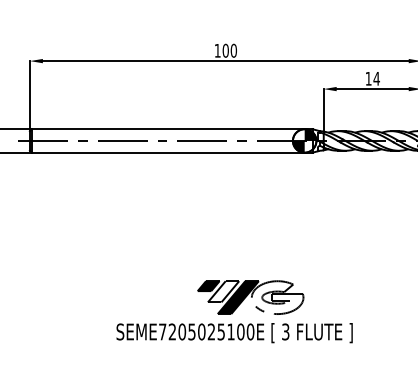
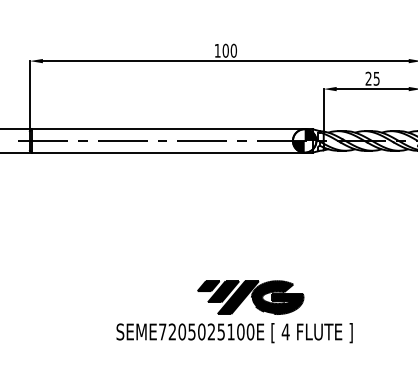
text at (372, 78): 14 -> 25
fill at (223, 291): none -> present
fill at (277, 297): none -> present
text at (285, 331): 3 -> 4
